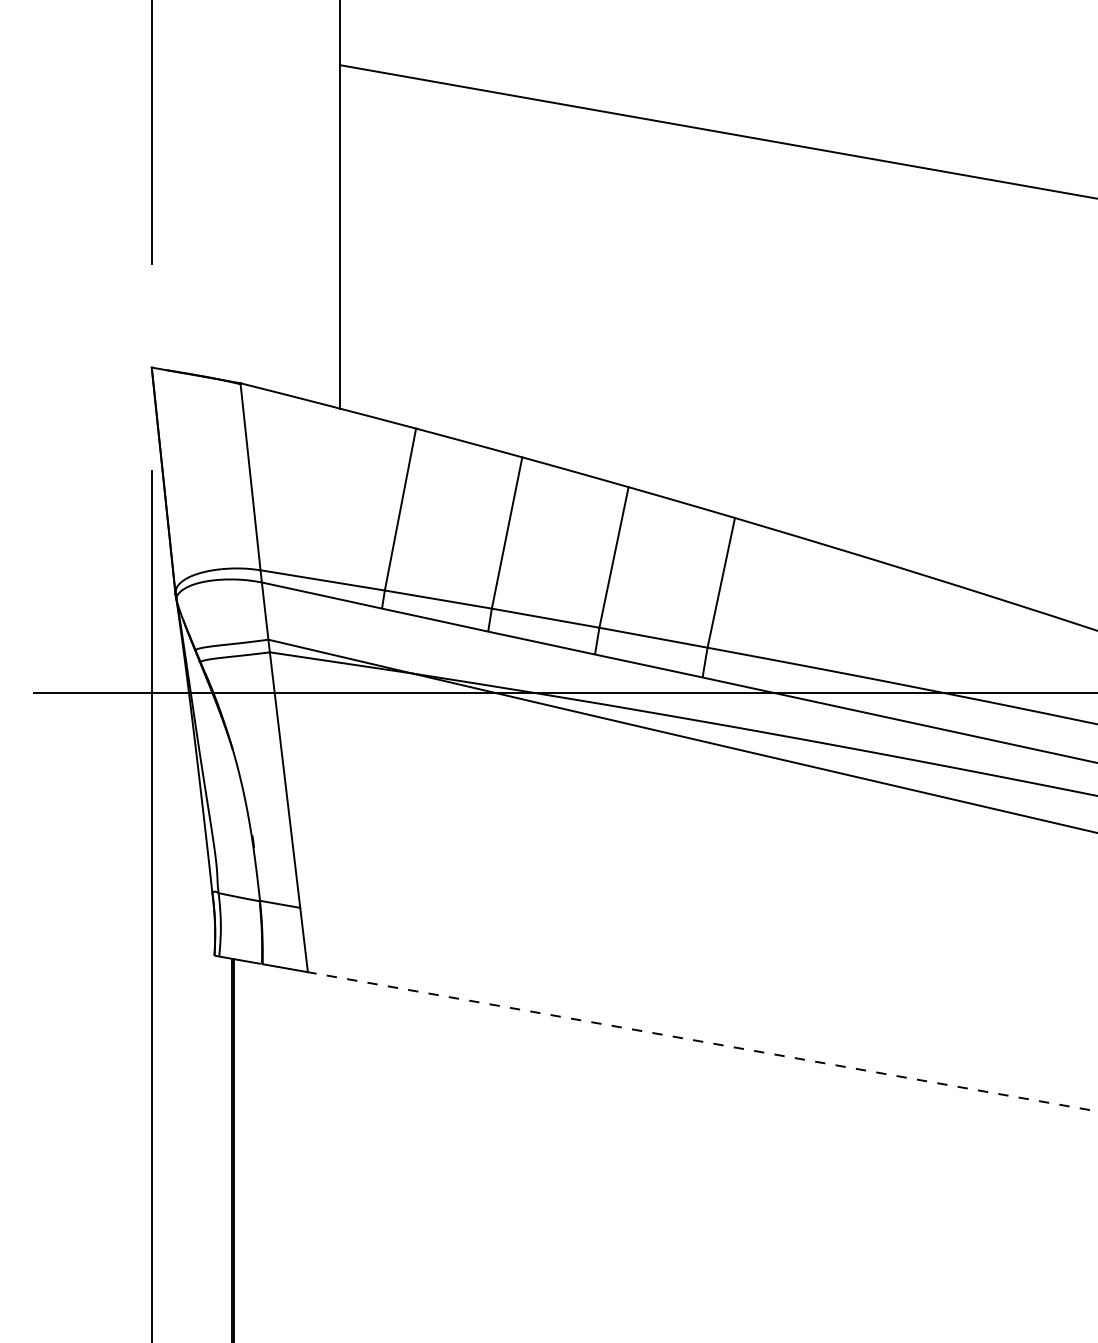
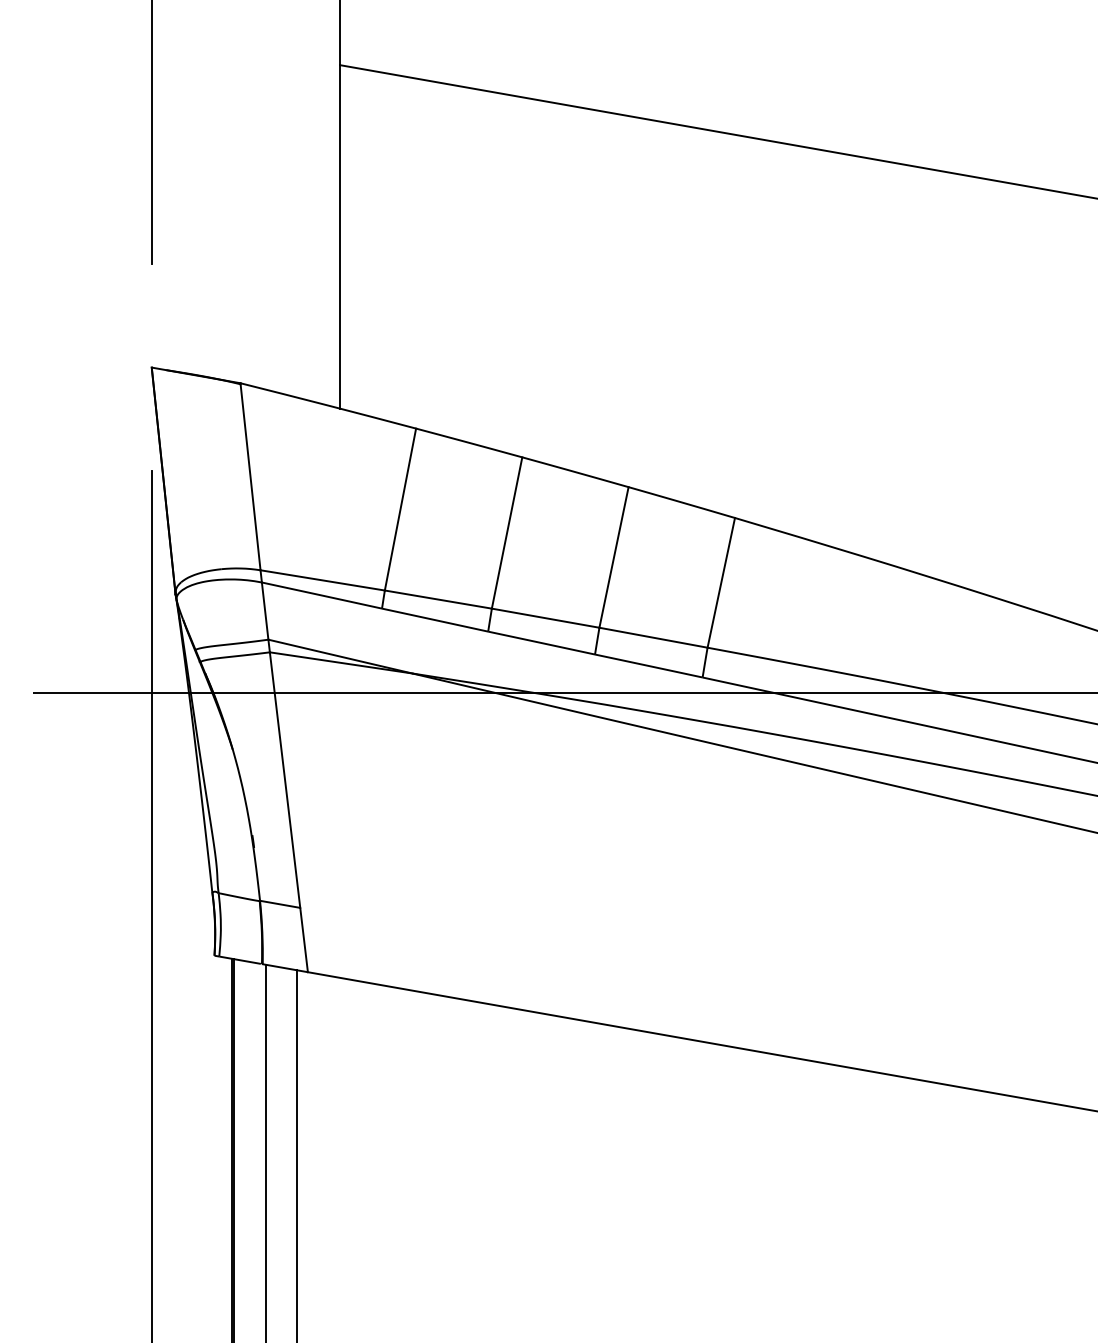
line at (702, 1041): dashed -> solid
line at (266, 1151): none -> present
line at (296, 1154): none -> present
